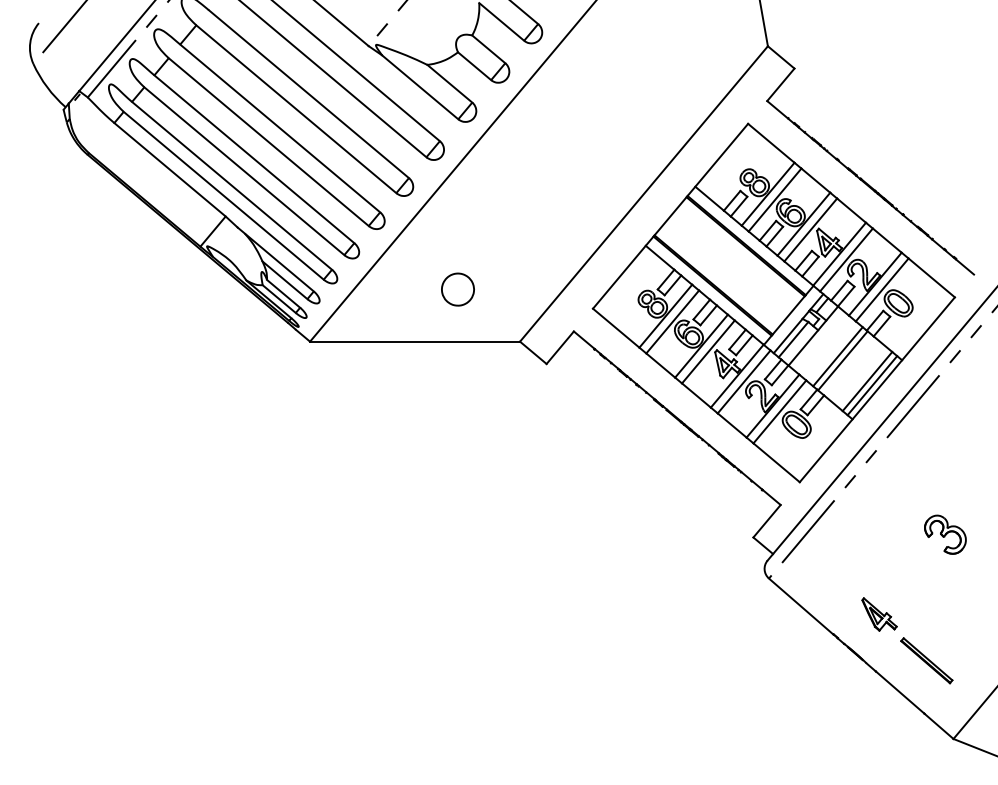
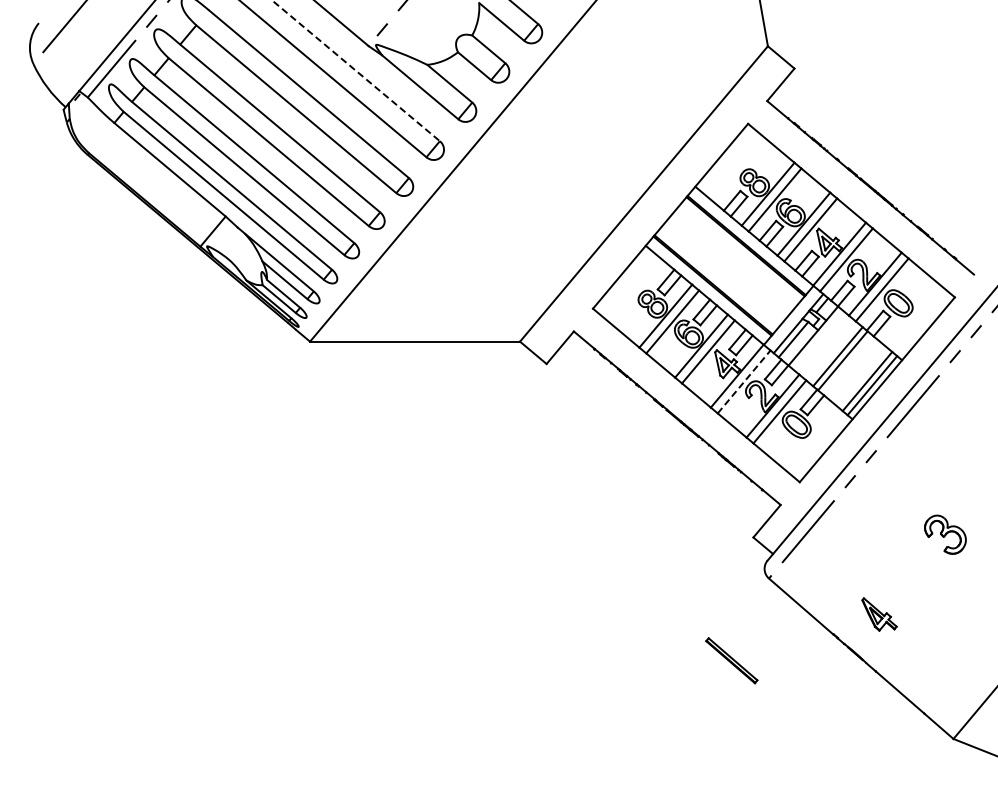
line at (355, 70): solid -> dashed
part at (457, 289): present -> none
line at (744, 381): solid -> dashed
part at (926, 660) position: (926, 660) -> (731, 660)
